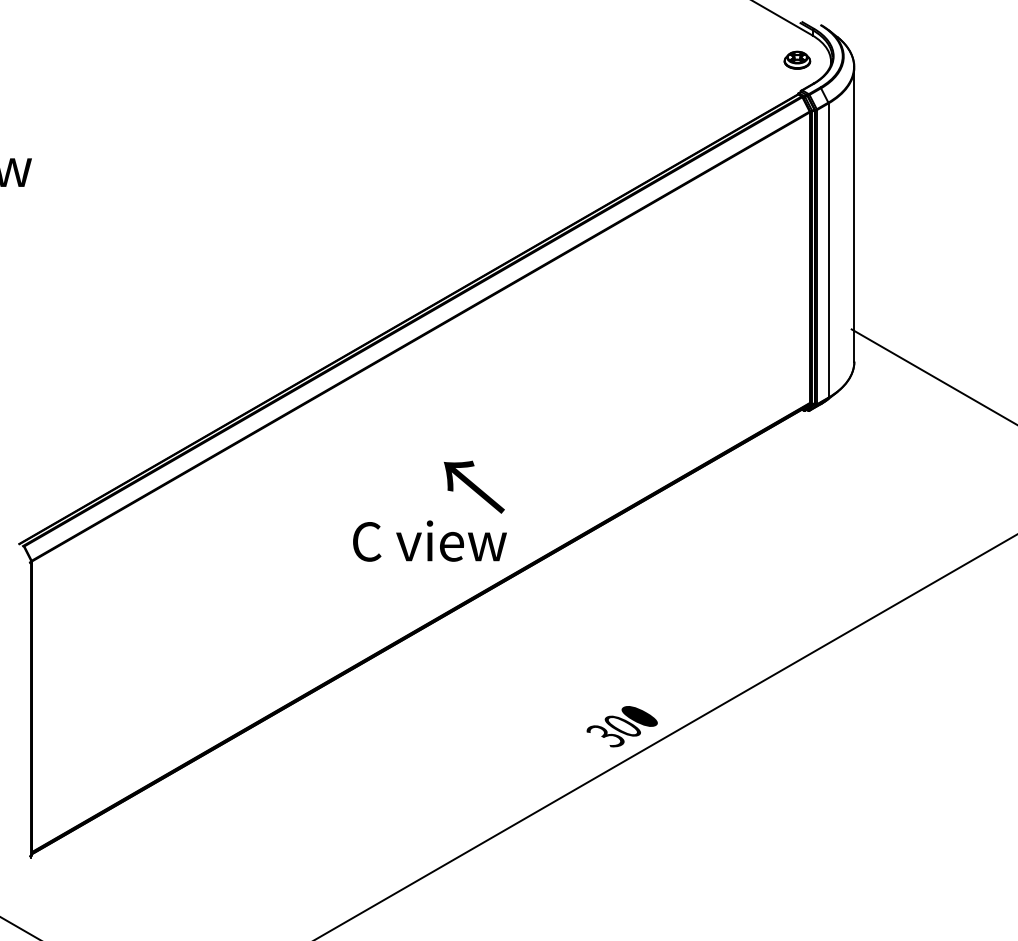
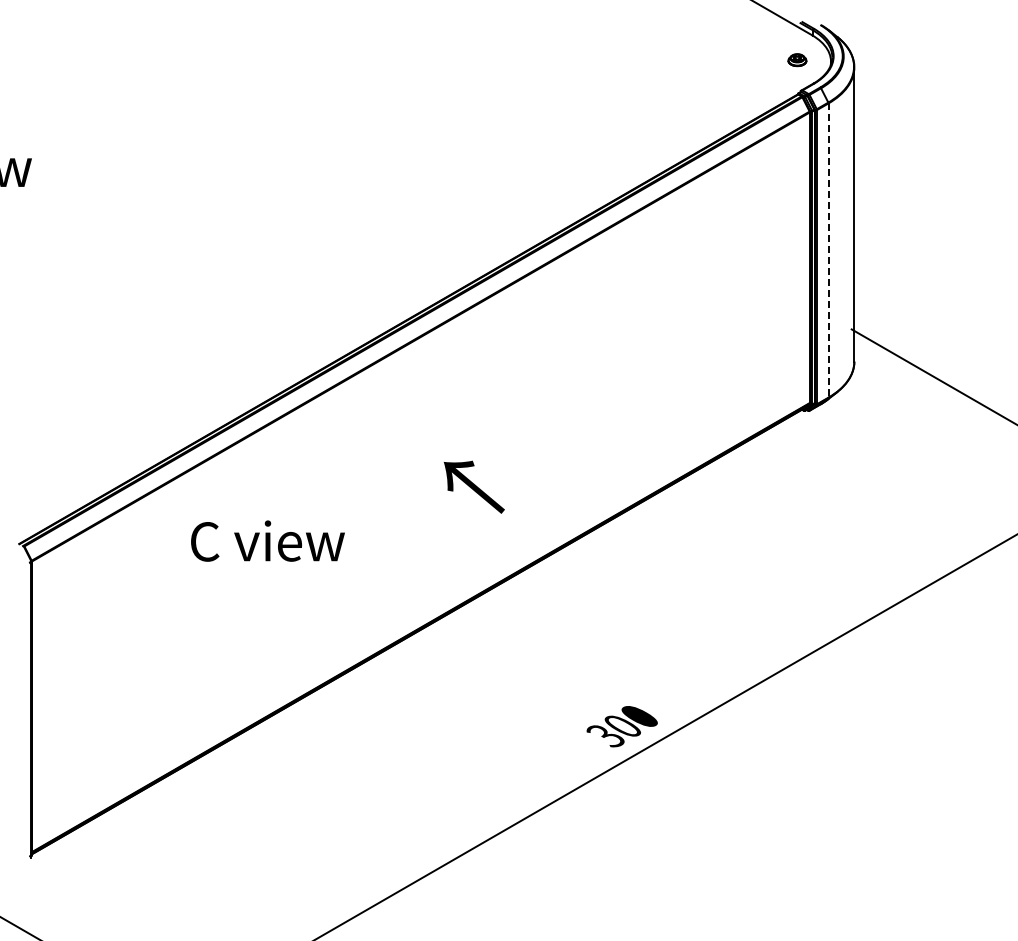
part at (797, 59) size: 29x20 px -> 21x15 px
line at (828, 251): solid -> dashed
text at (429, 540) position: (429, 540) -> (267, 540)
